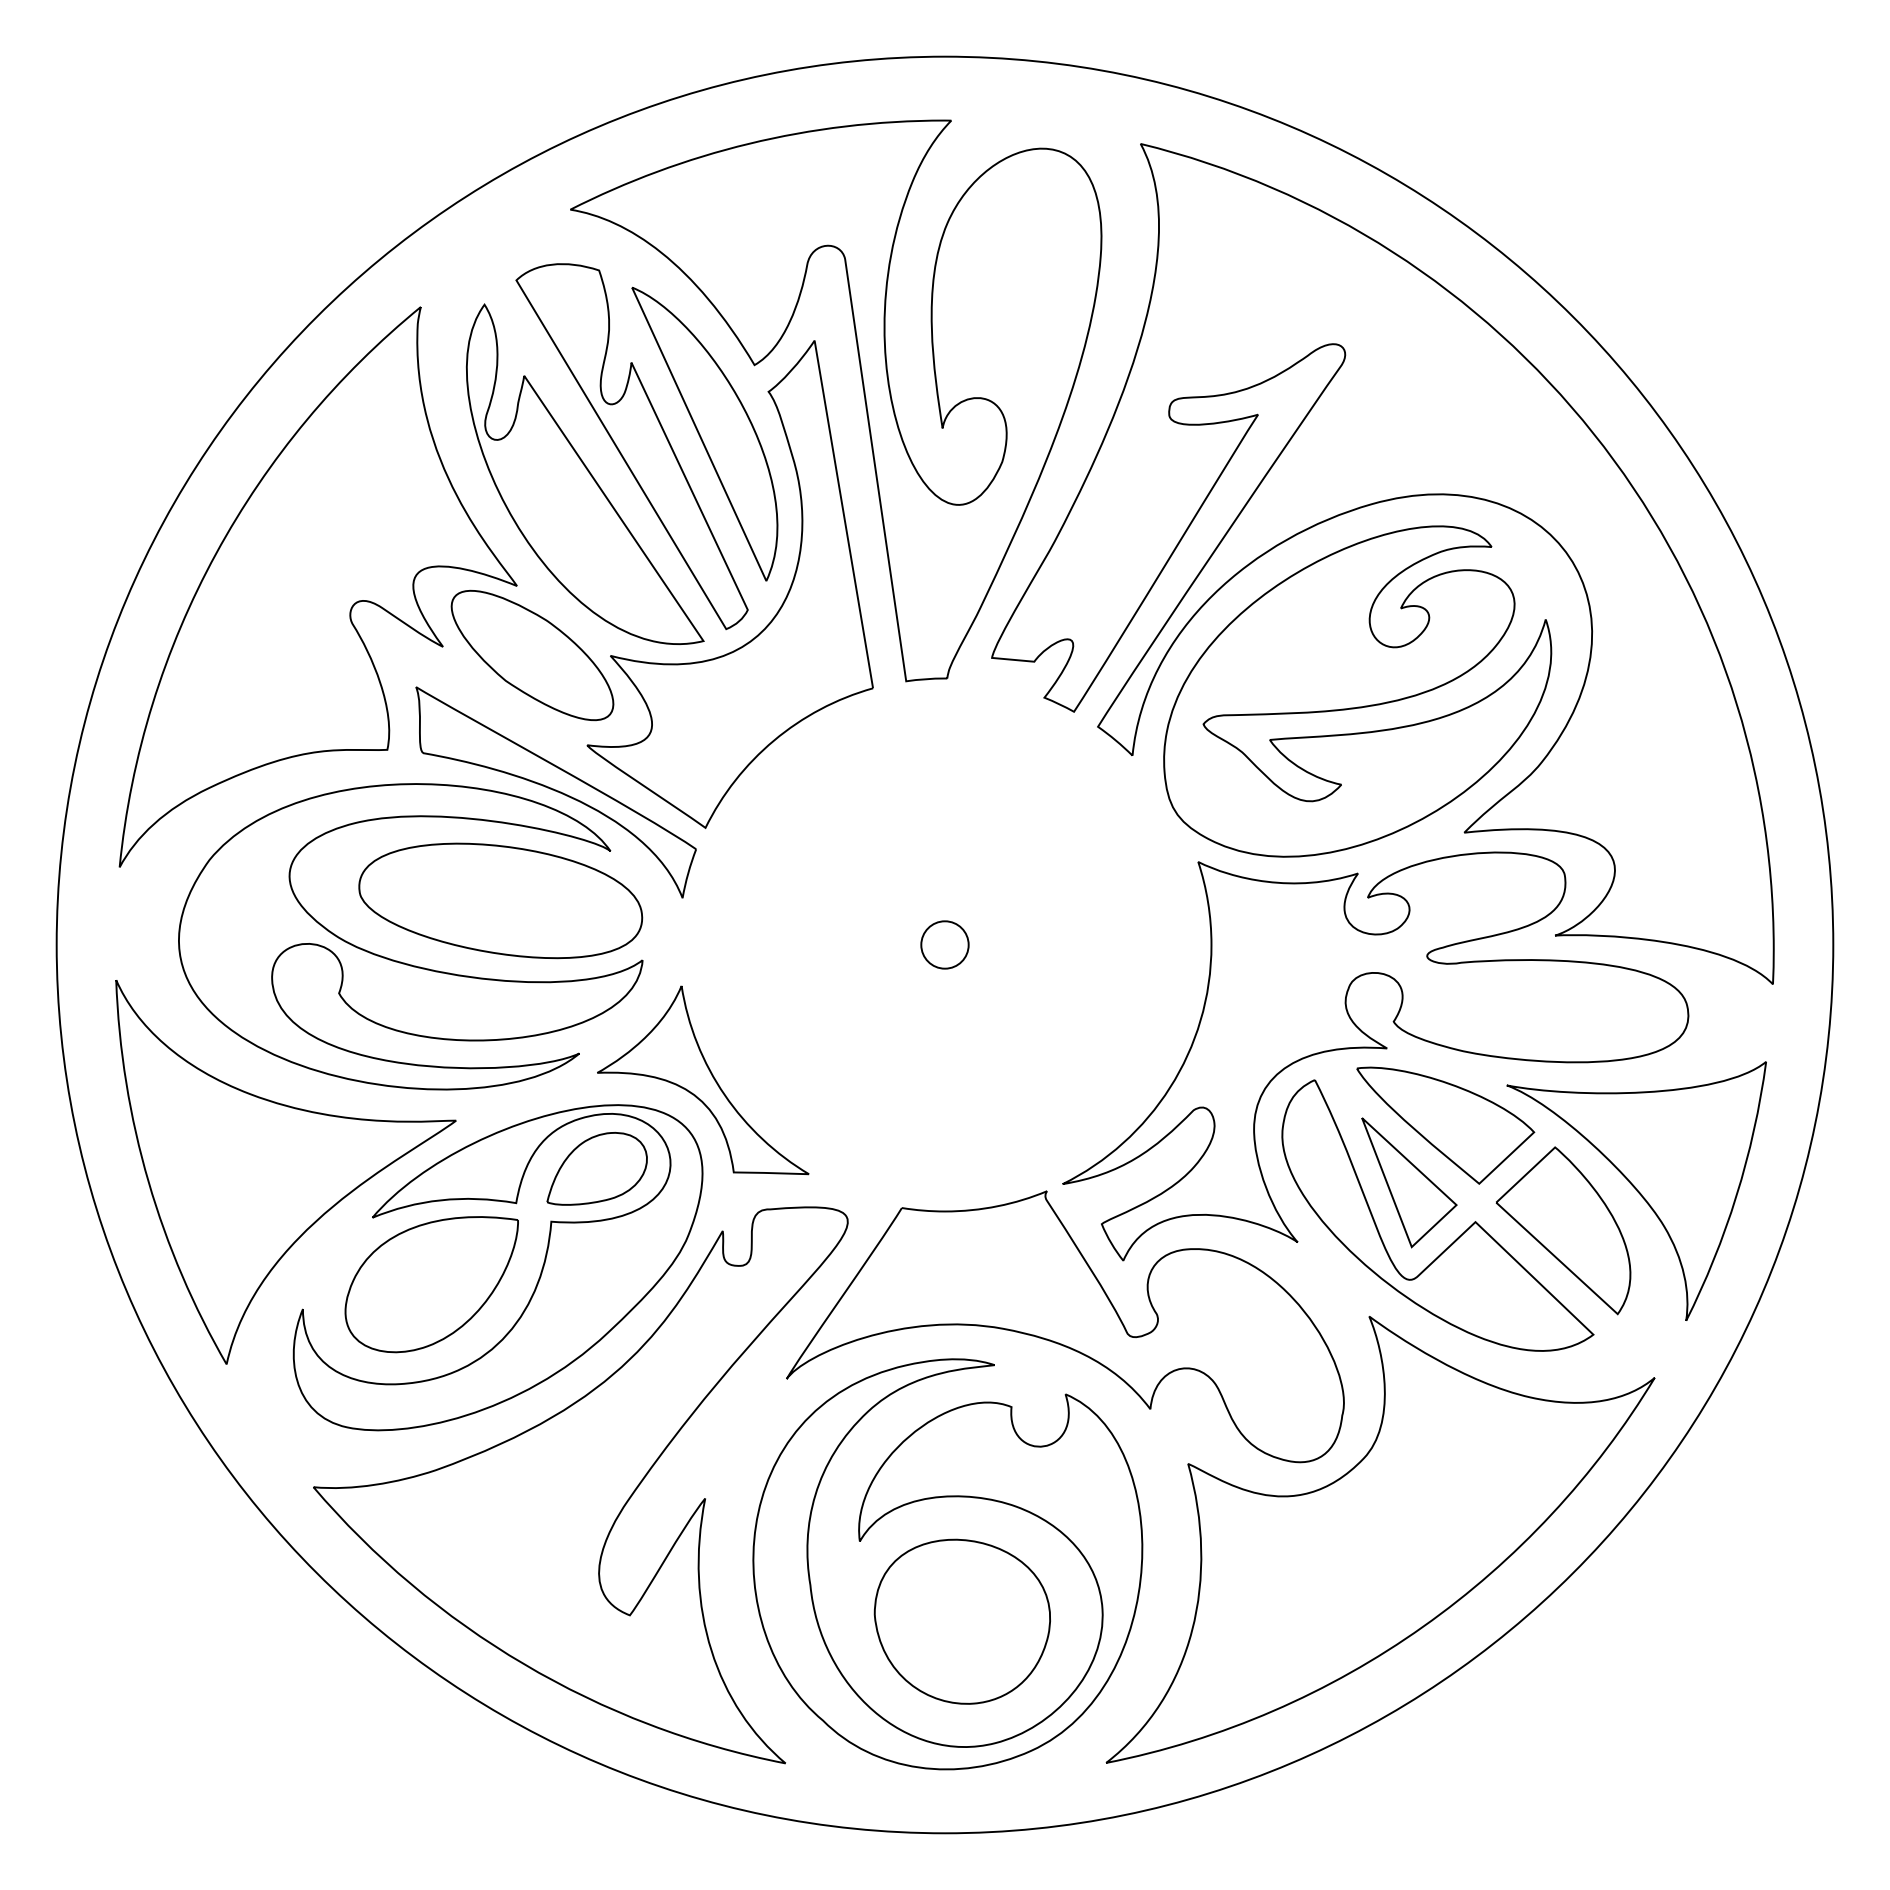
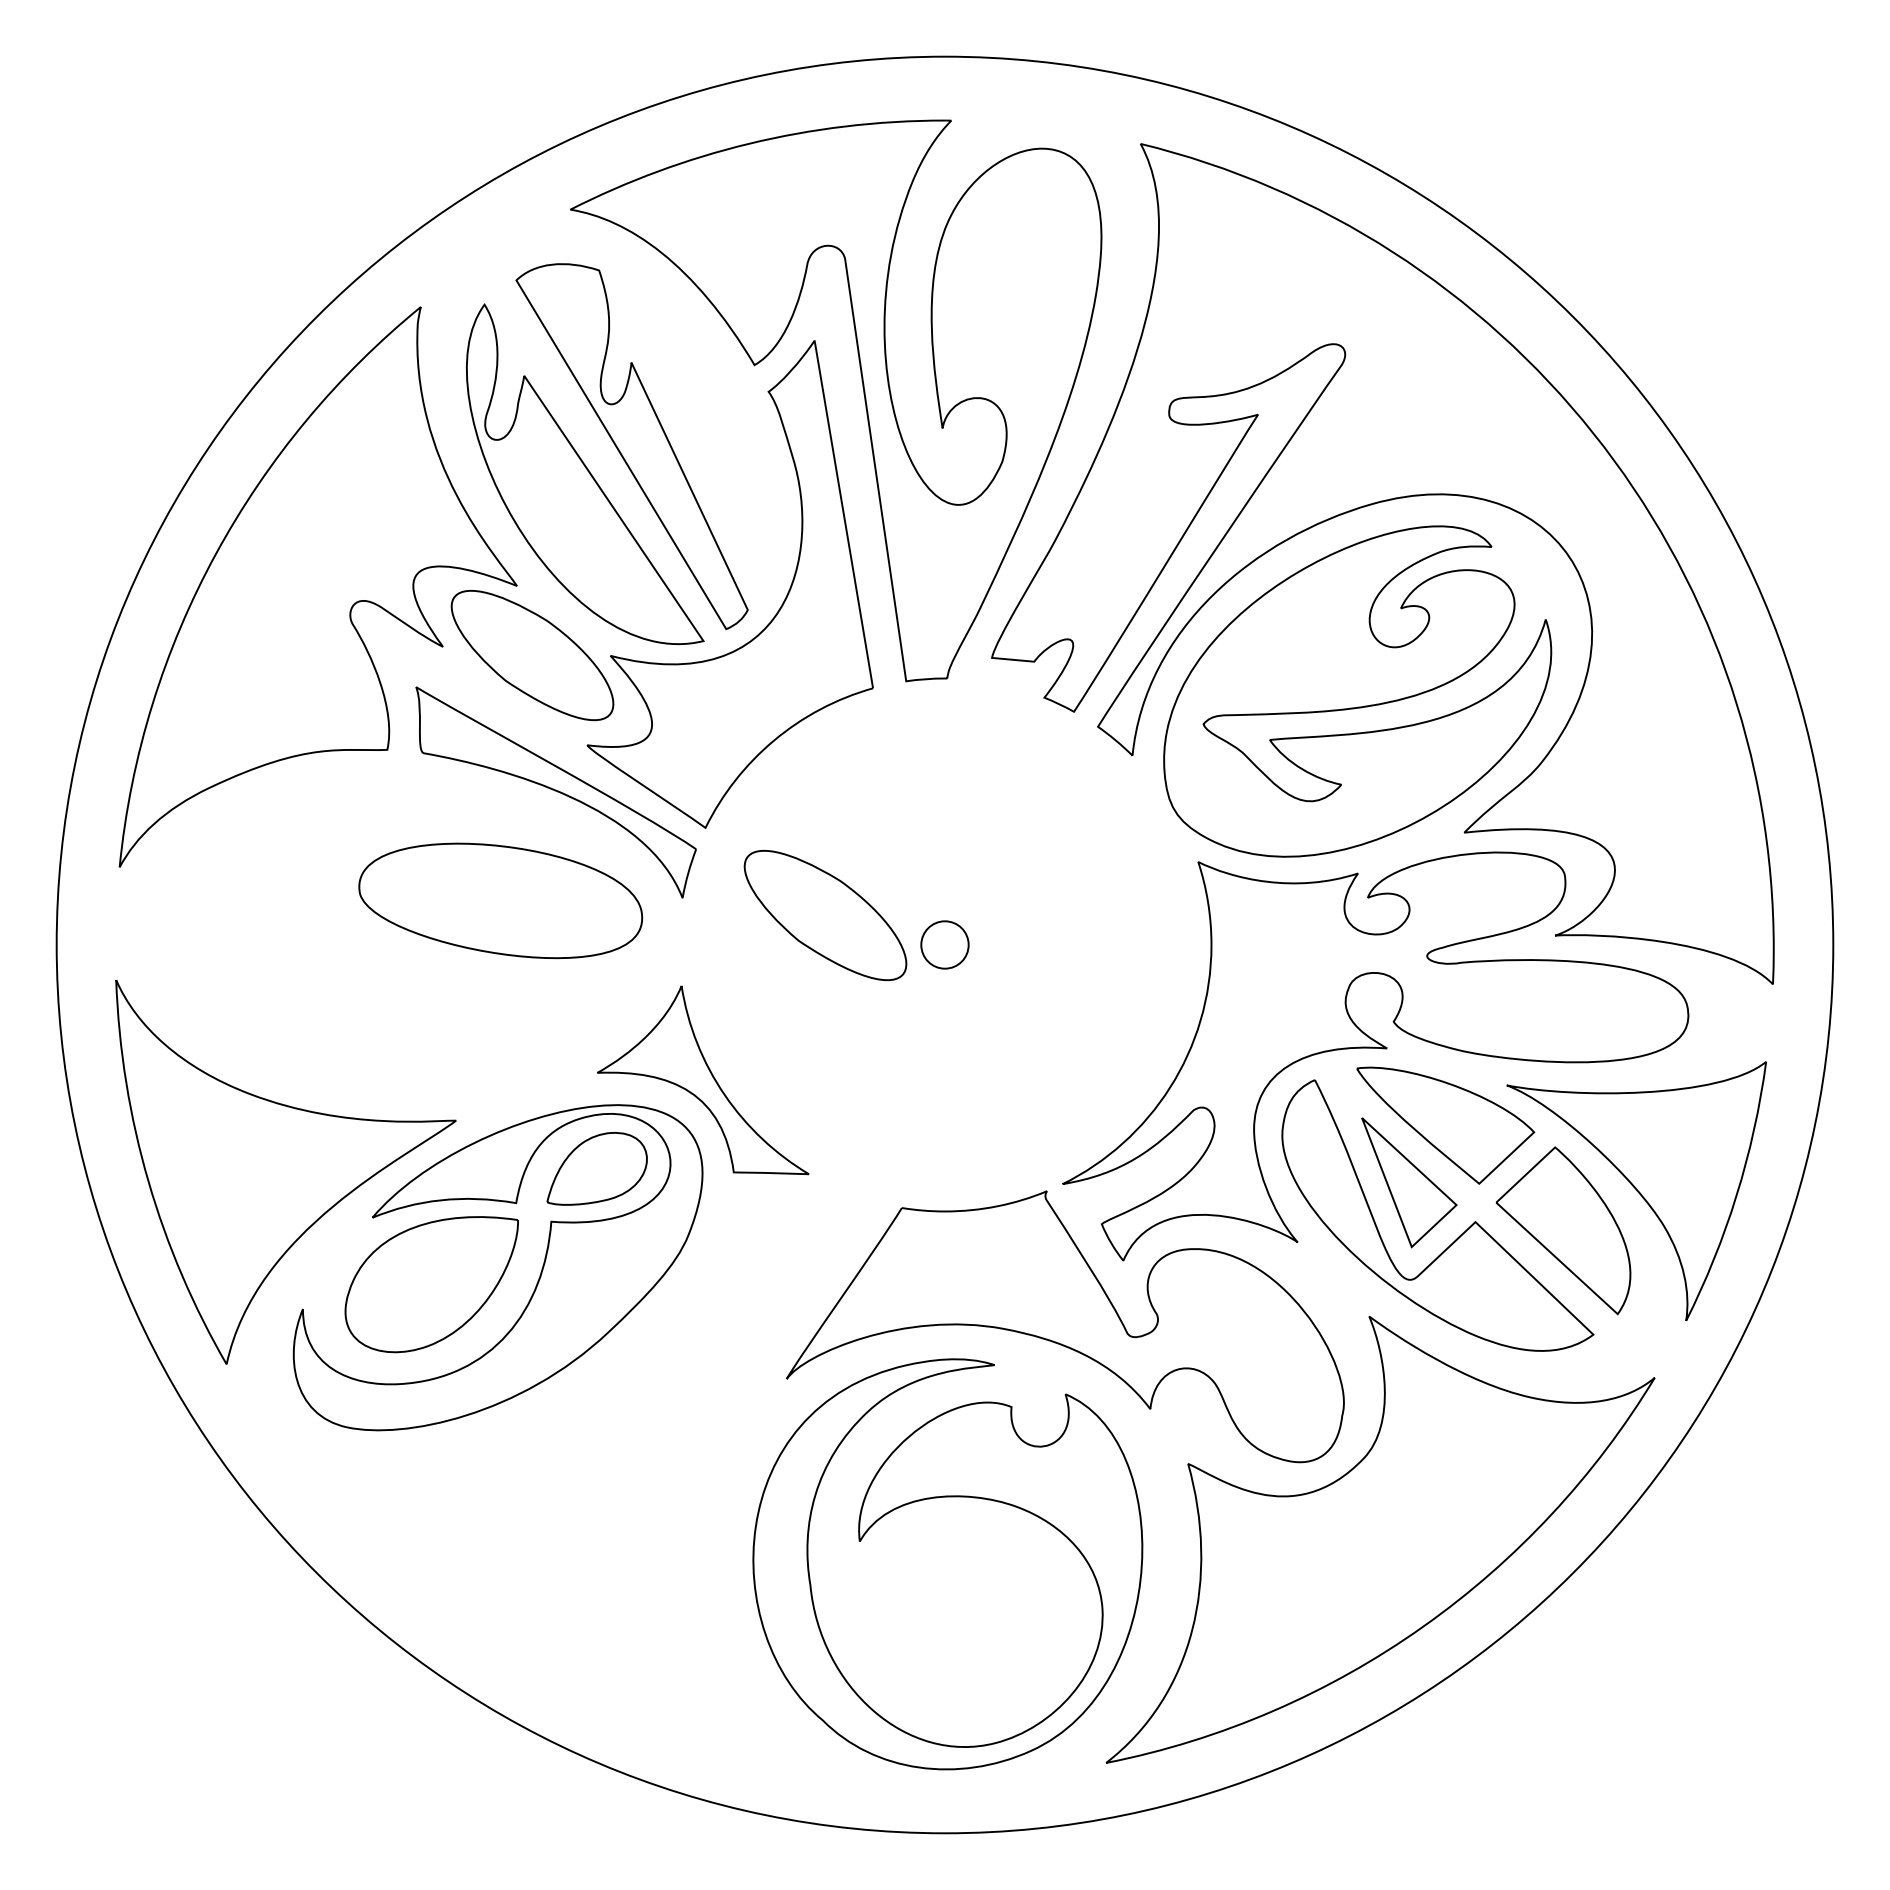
part at (704, 433): present -> none
part at (825, 915): none -> present
part at (401, 961): present -> none
part at (580, 1485): present -> none
part at (961, 1621): present -> none
